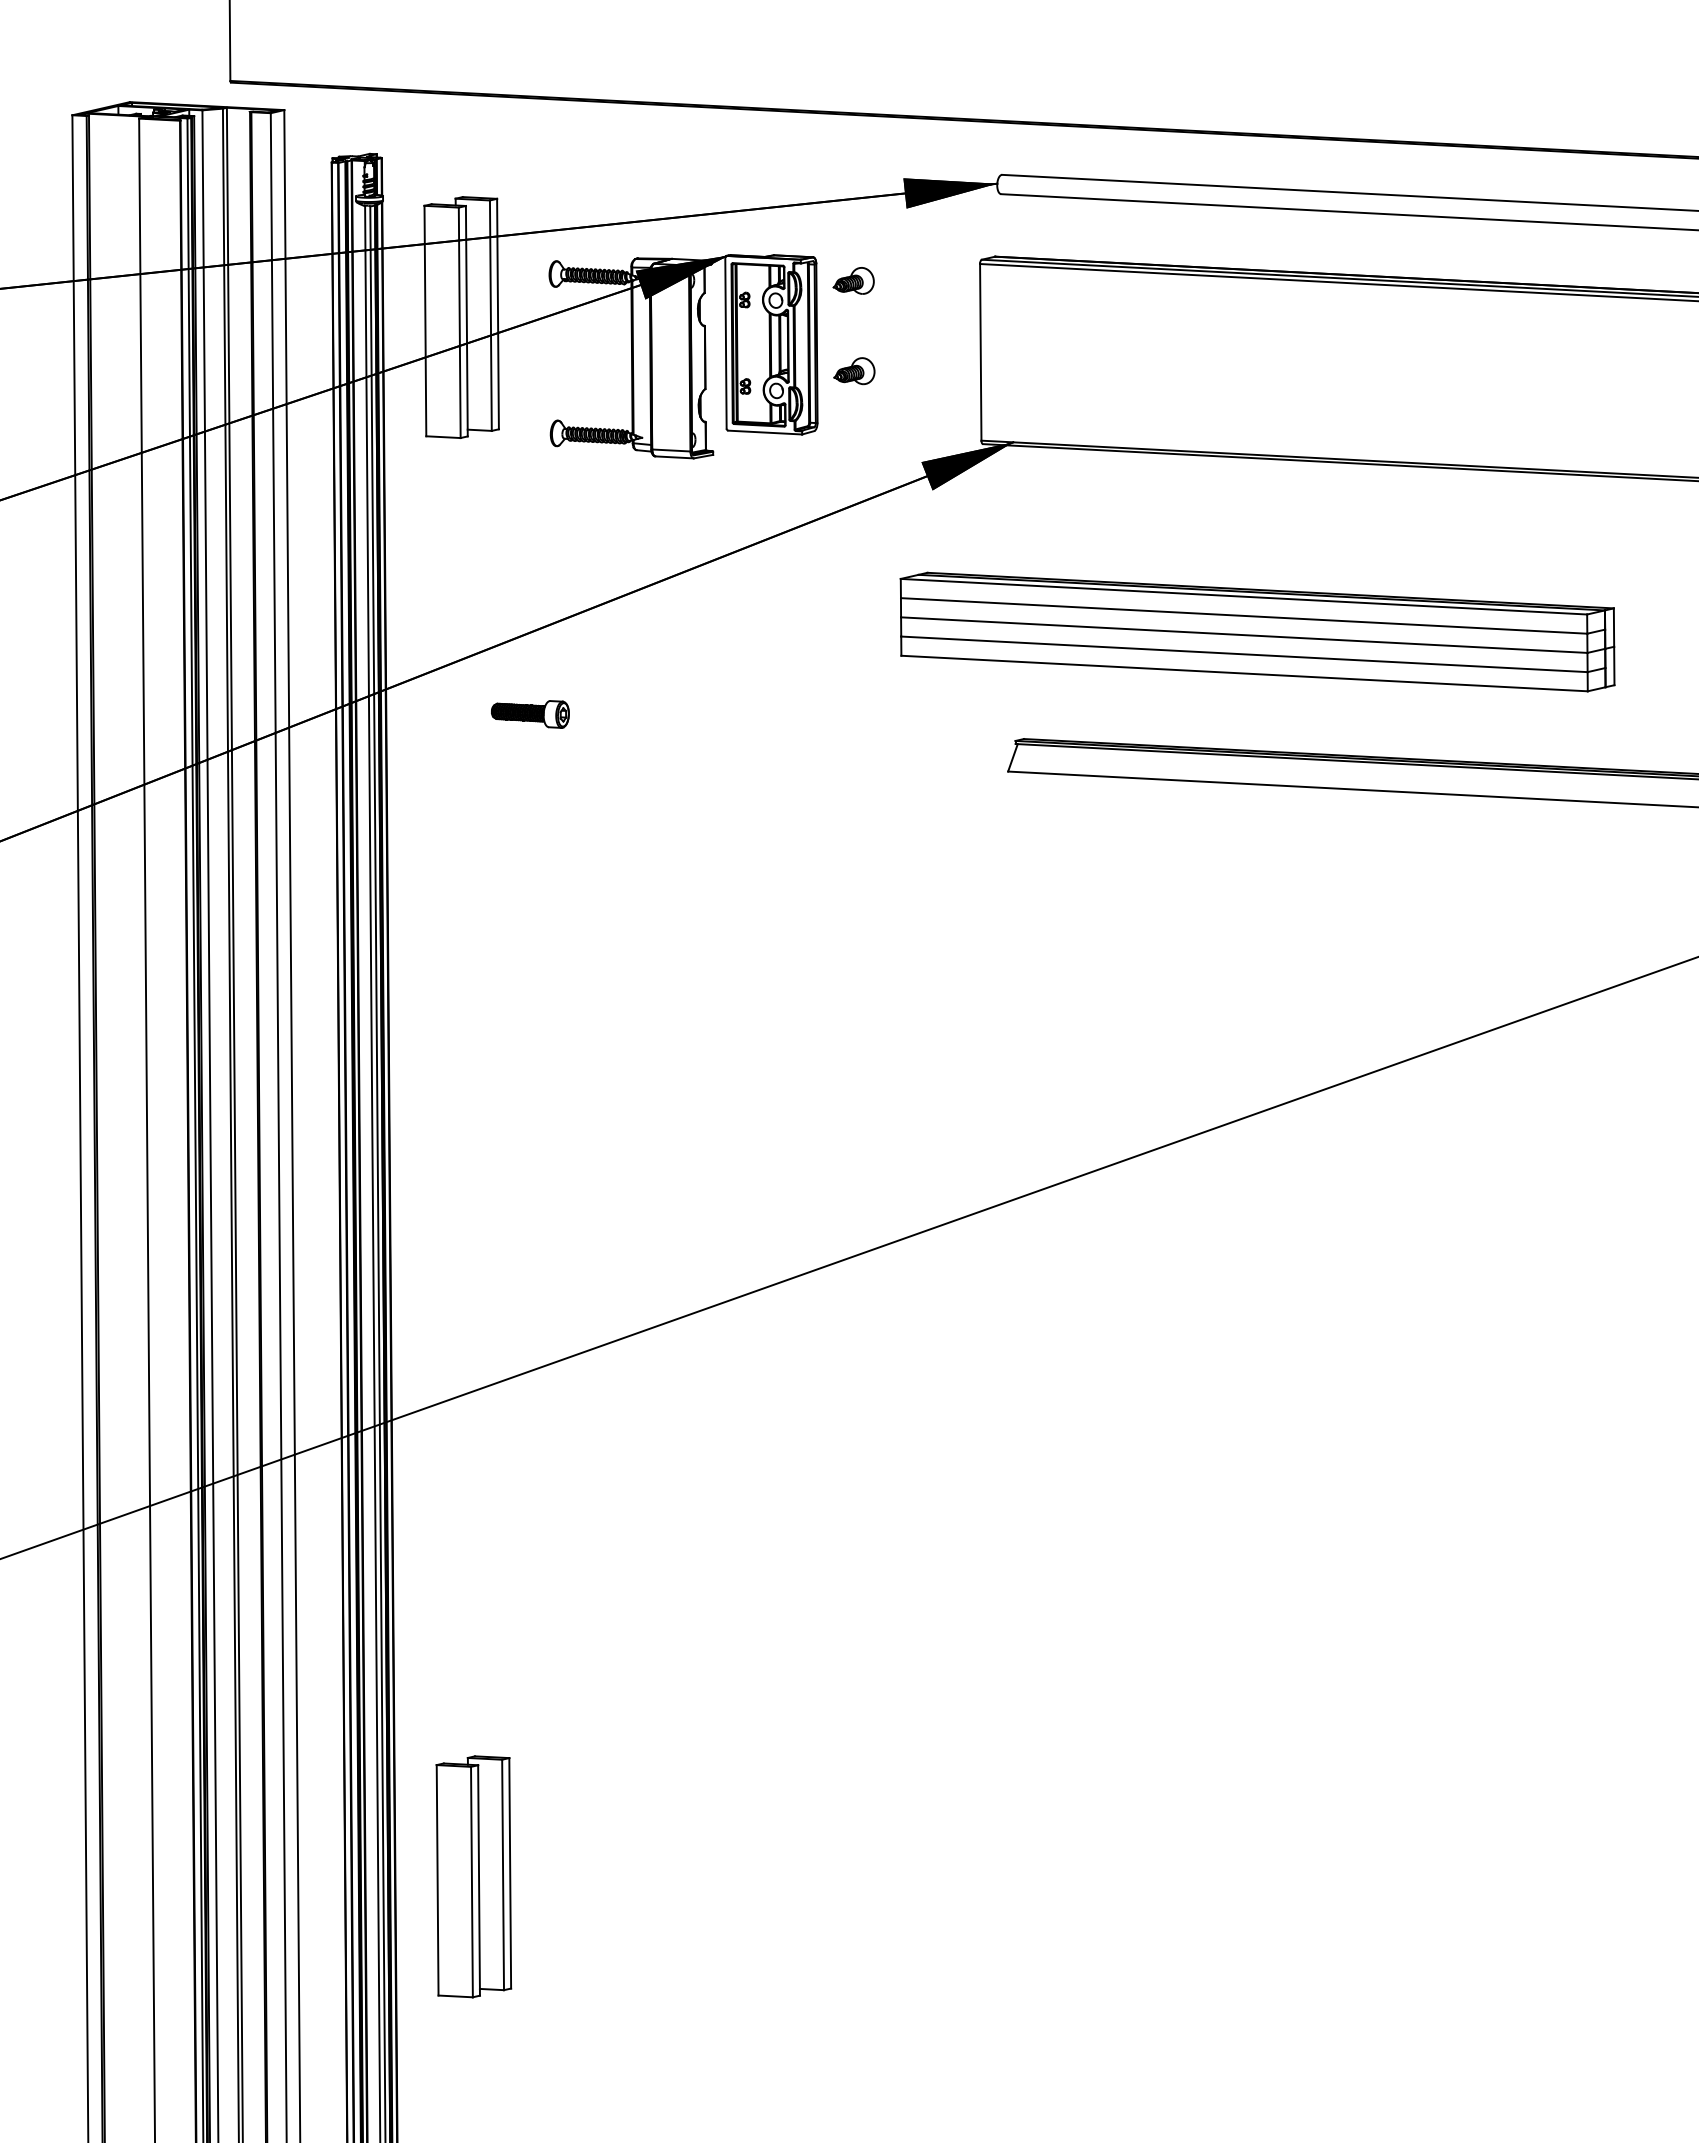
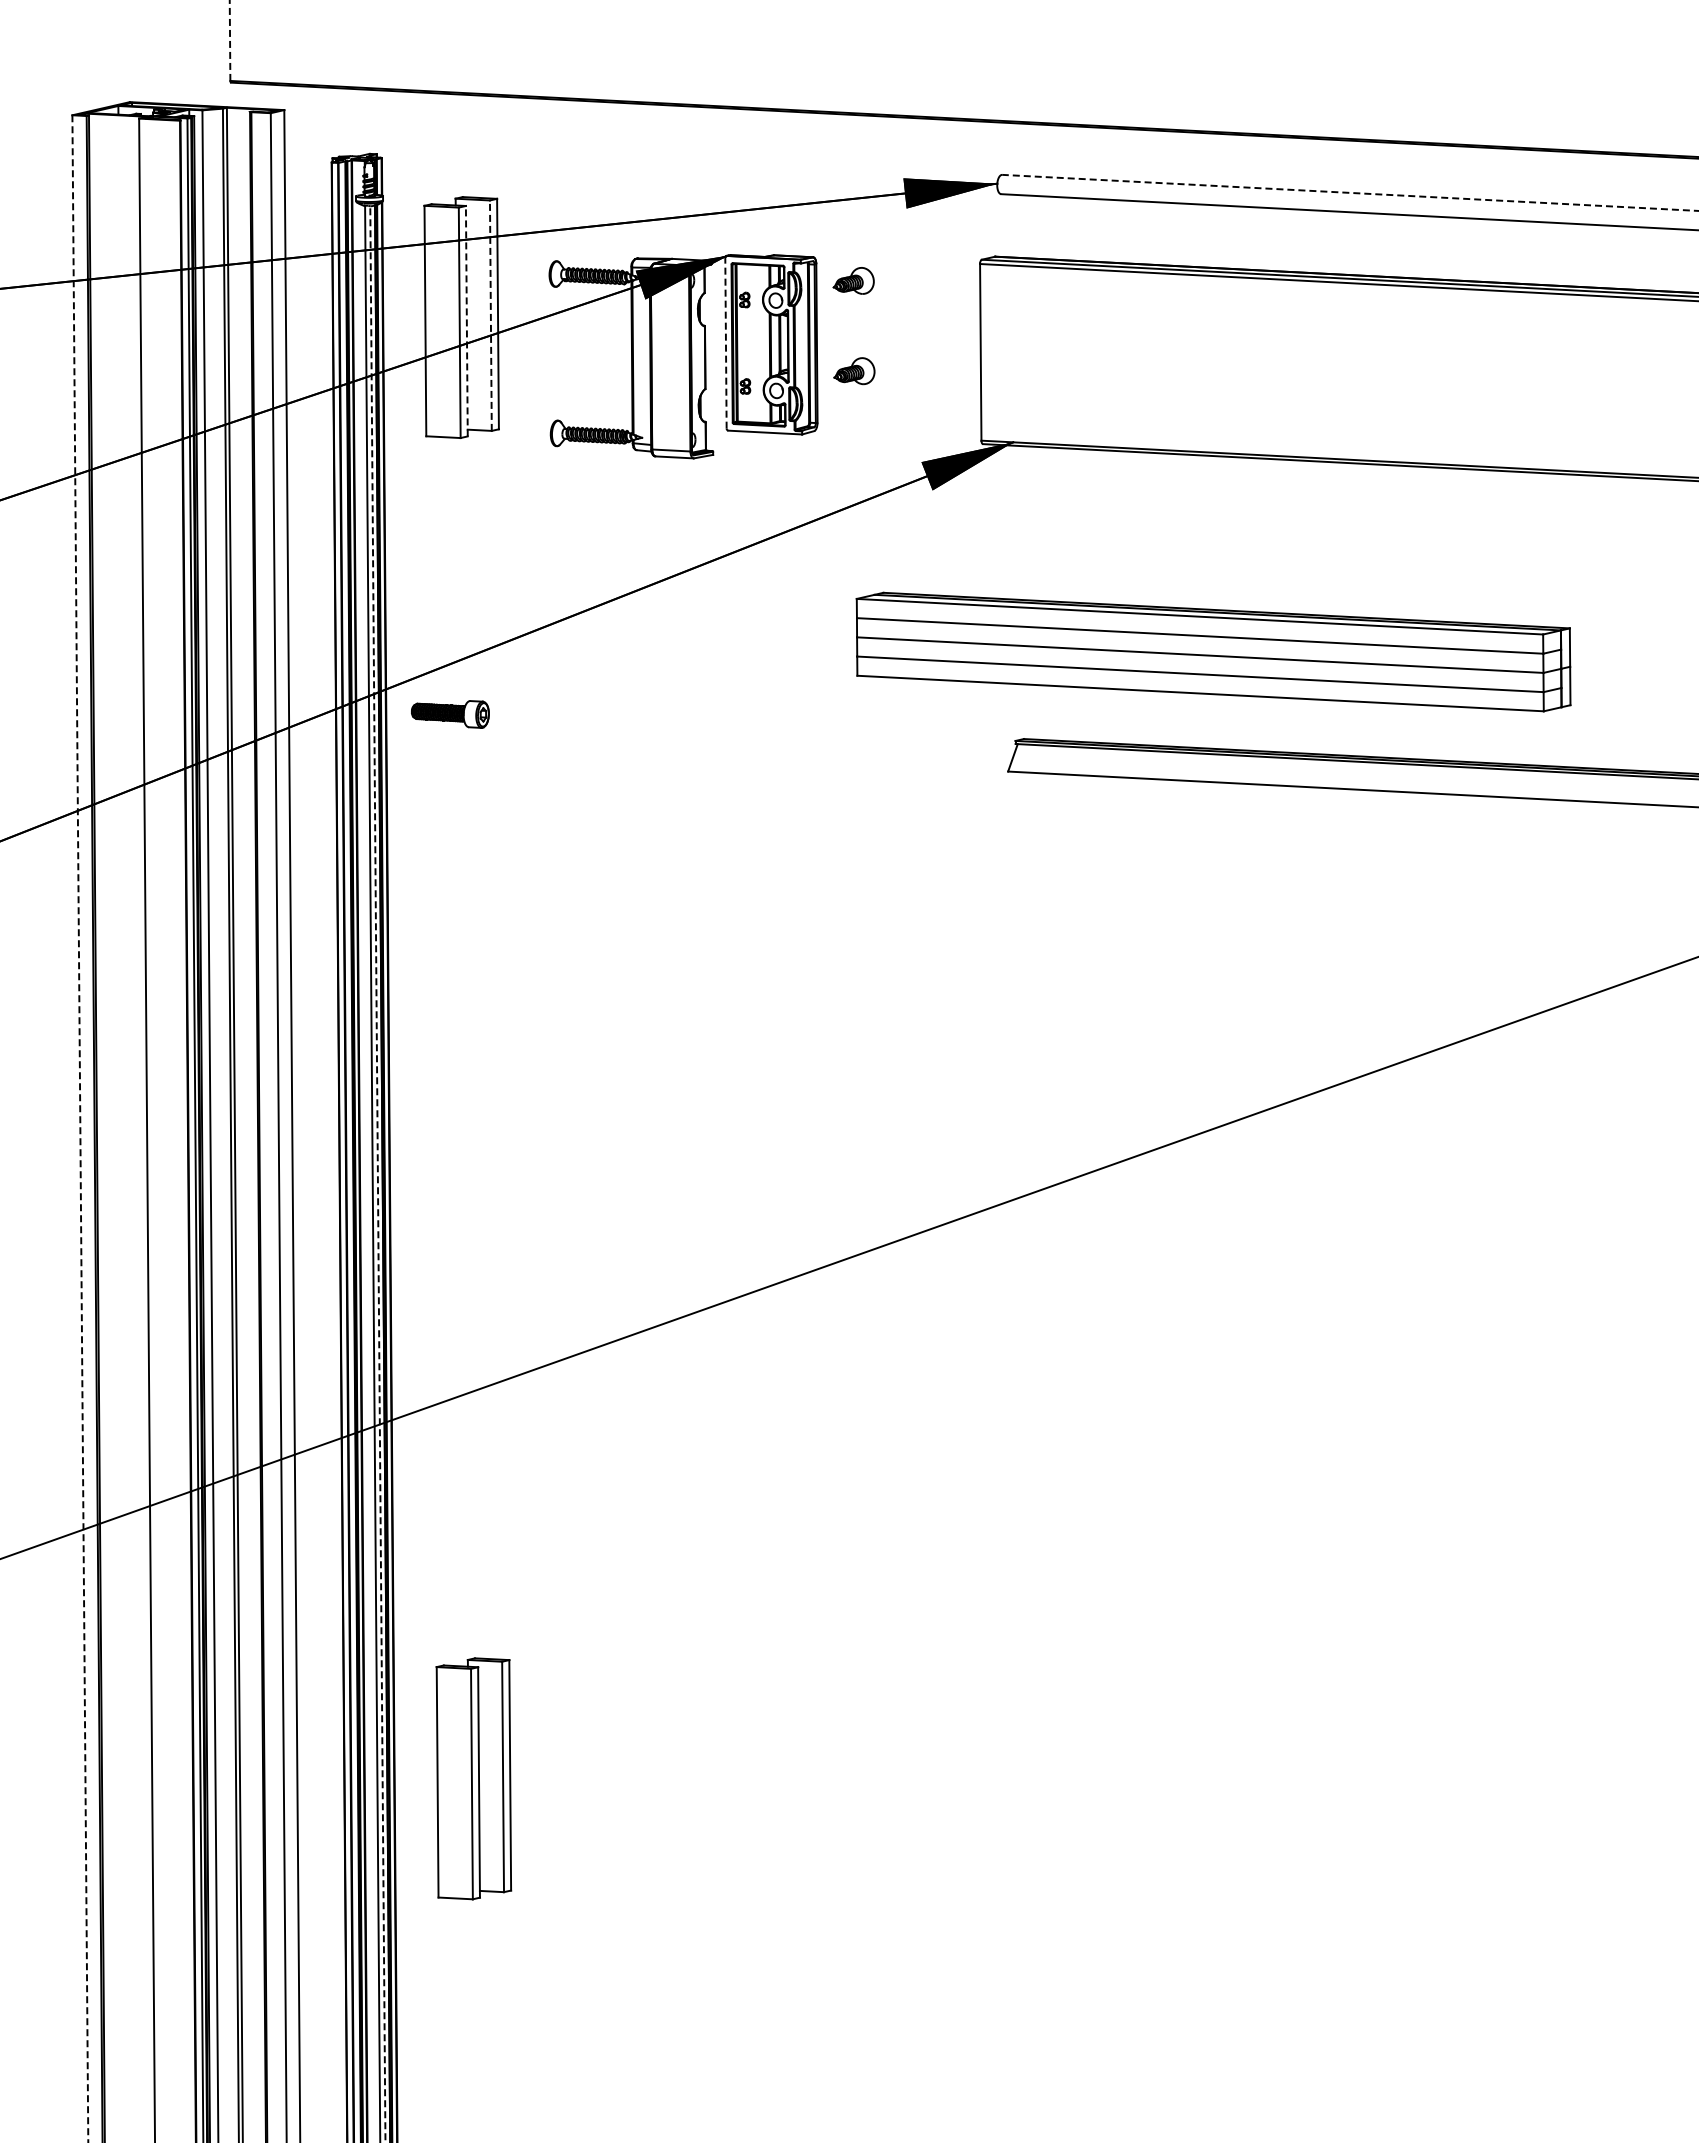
line at (230, 40): solid -> dashed
line at (1349, 192): solid -> dashed
line at (490, 315): solid -> dashed
line at (466, 320): solid -> dashed
line at (725, 342): solid -> dashed
part at (1257, 631) position: (1257, 631) -> (1213, 651)
part at (530, 714) position: (530, 714) -> (450, 714)
line at (80, 1129): solid -> dashed
line at (377, 1173): solid -> dashed
part at (473, 1876) position: (473, 1876) -> (473, 1778)
